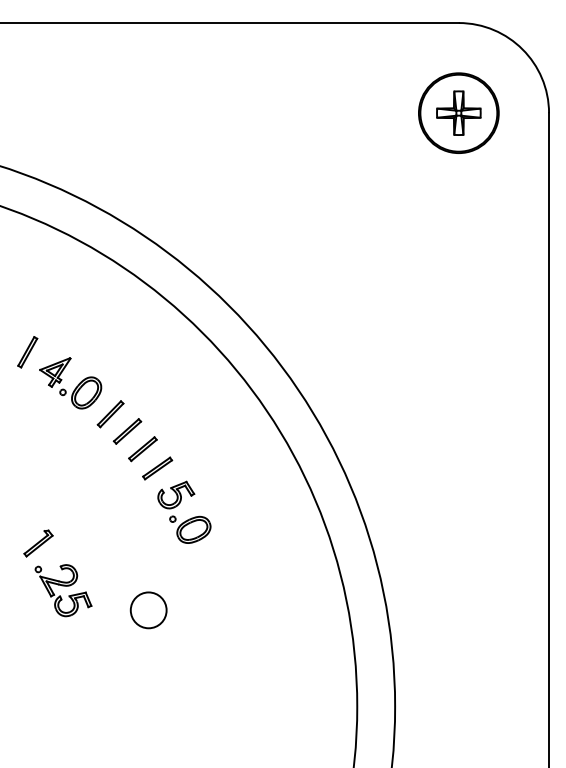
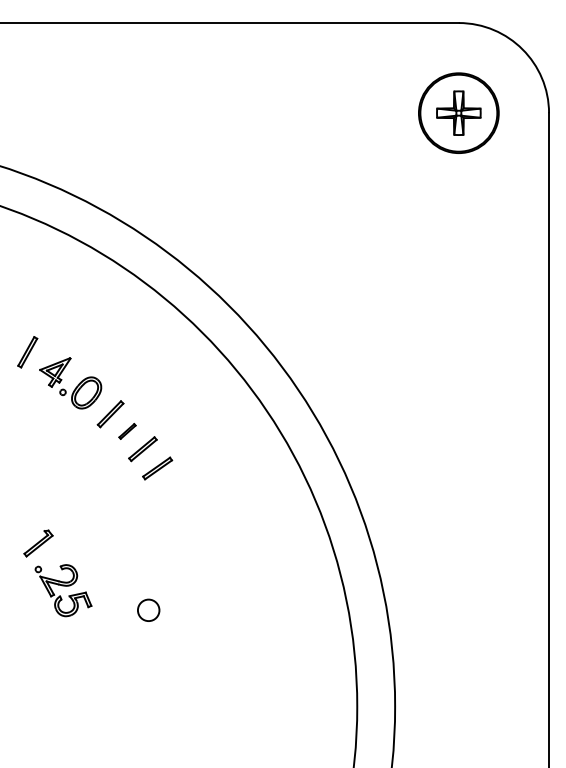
part at (127, 431) size: 31x27 px -> 19x17 px
part at (178, 505): present -> none
circle at (148, 610) diameter: 36 px -> 22 px
